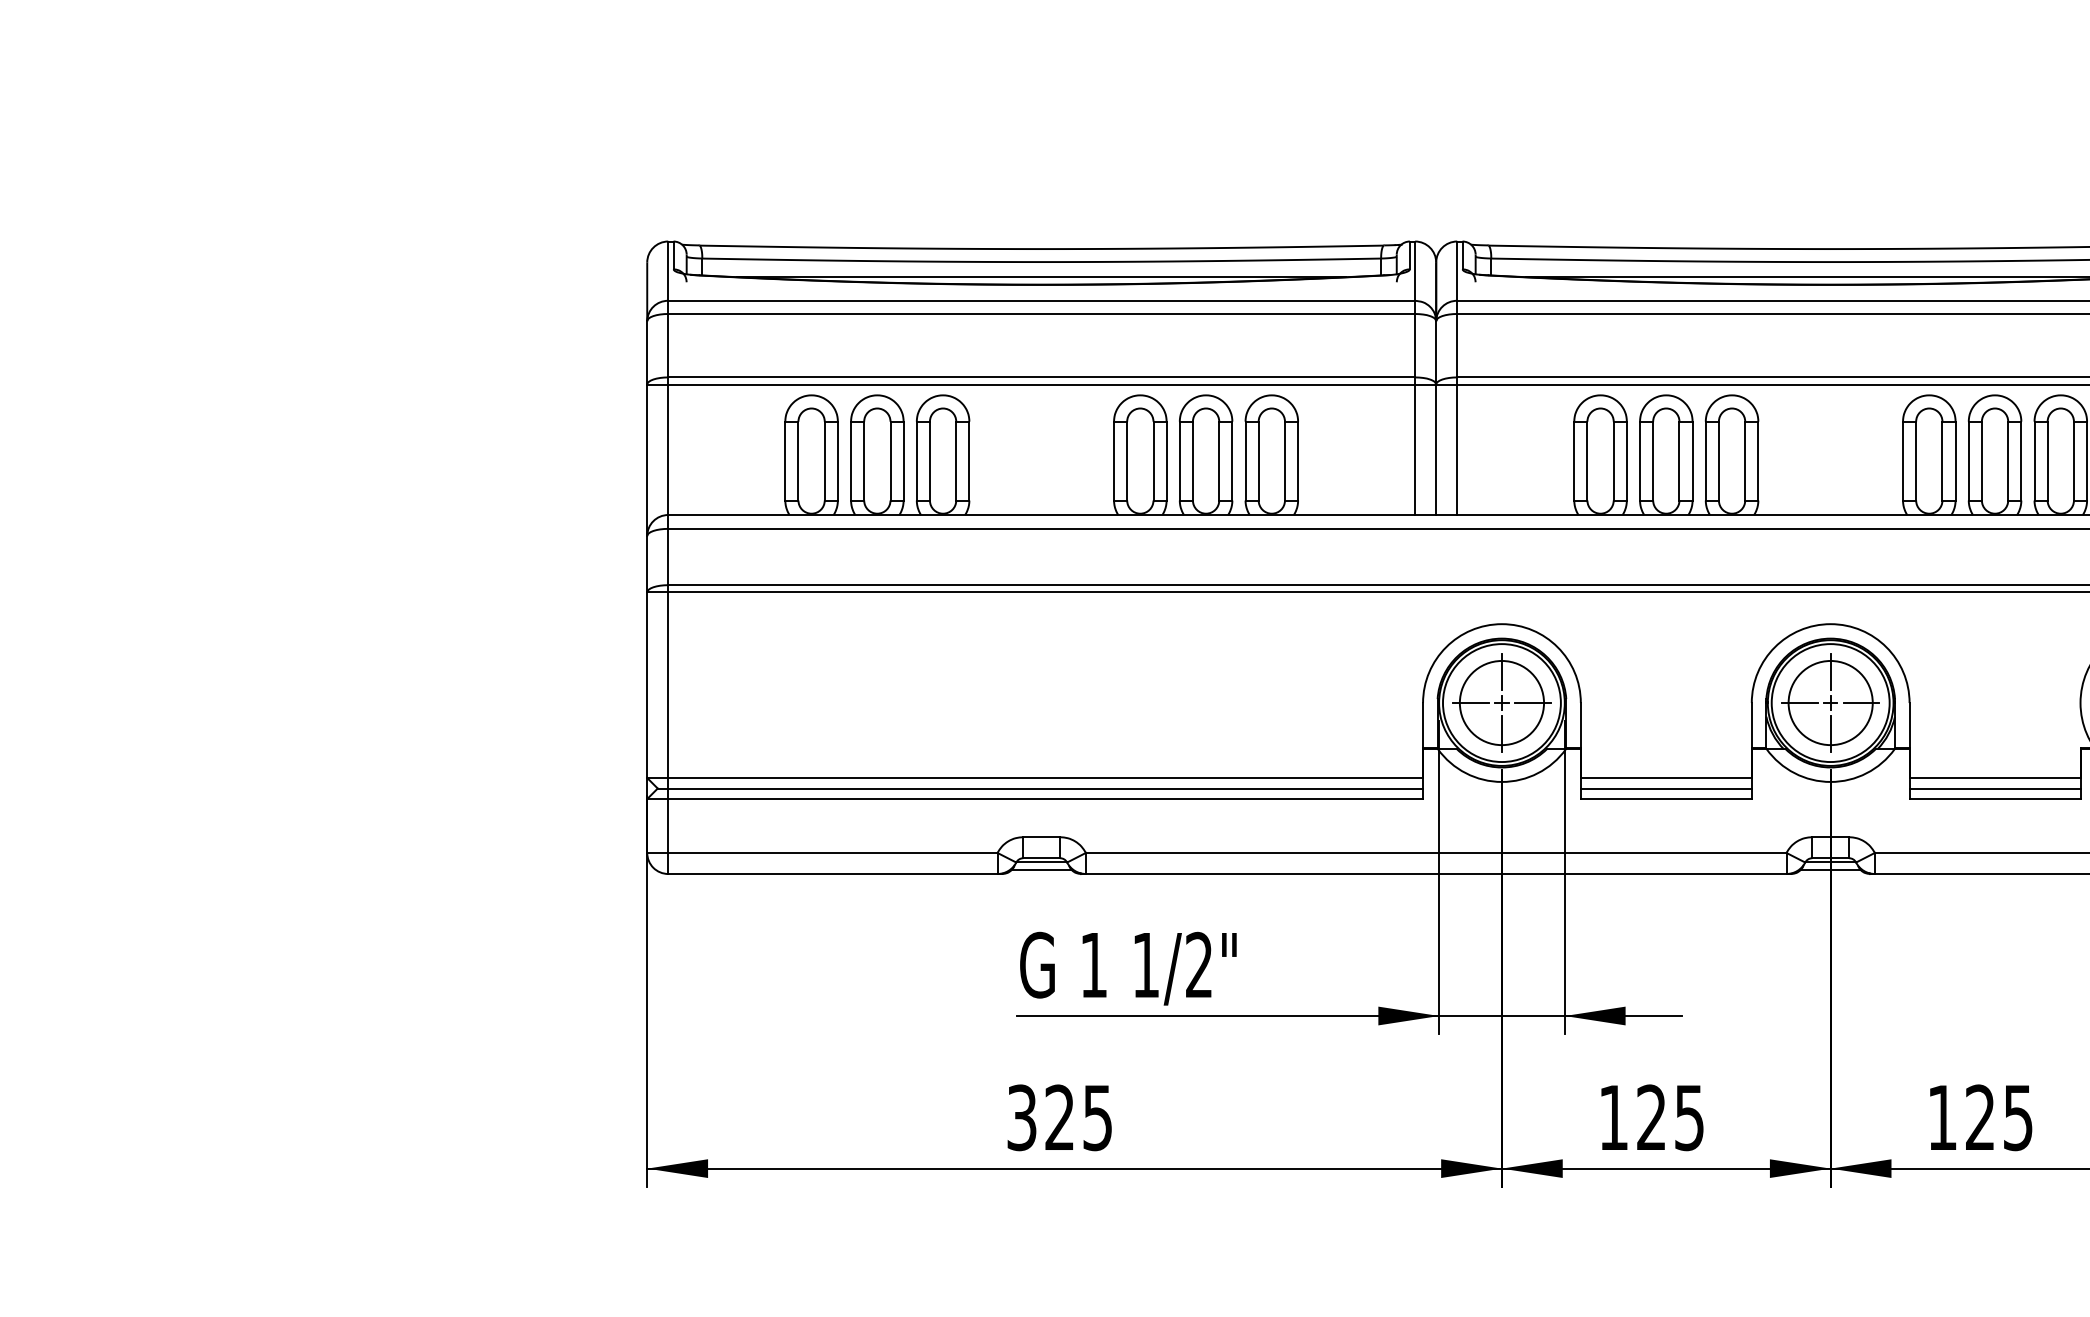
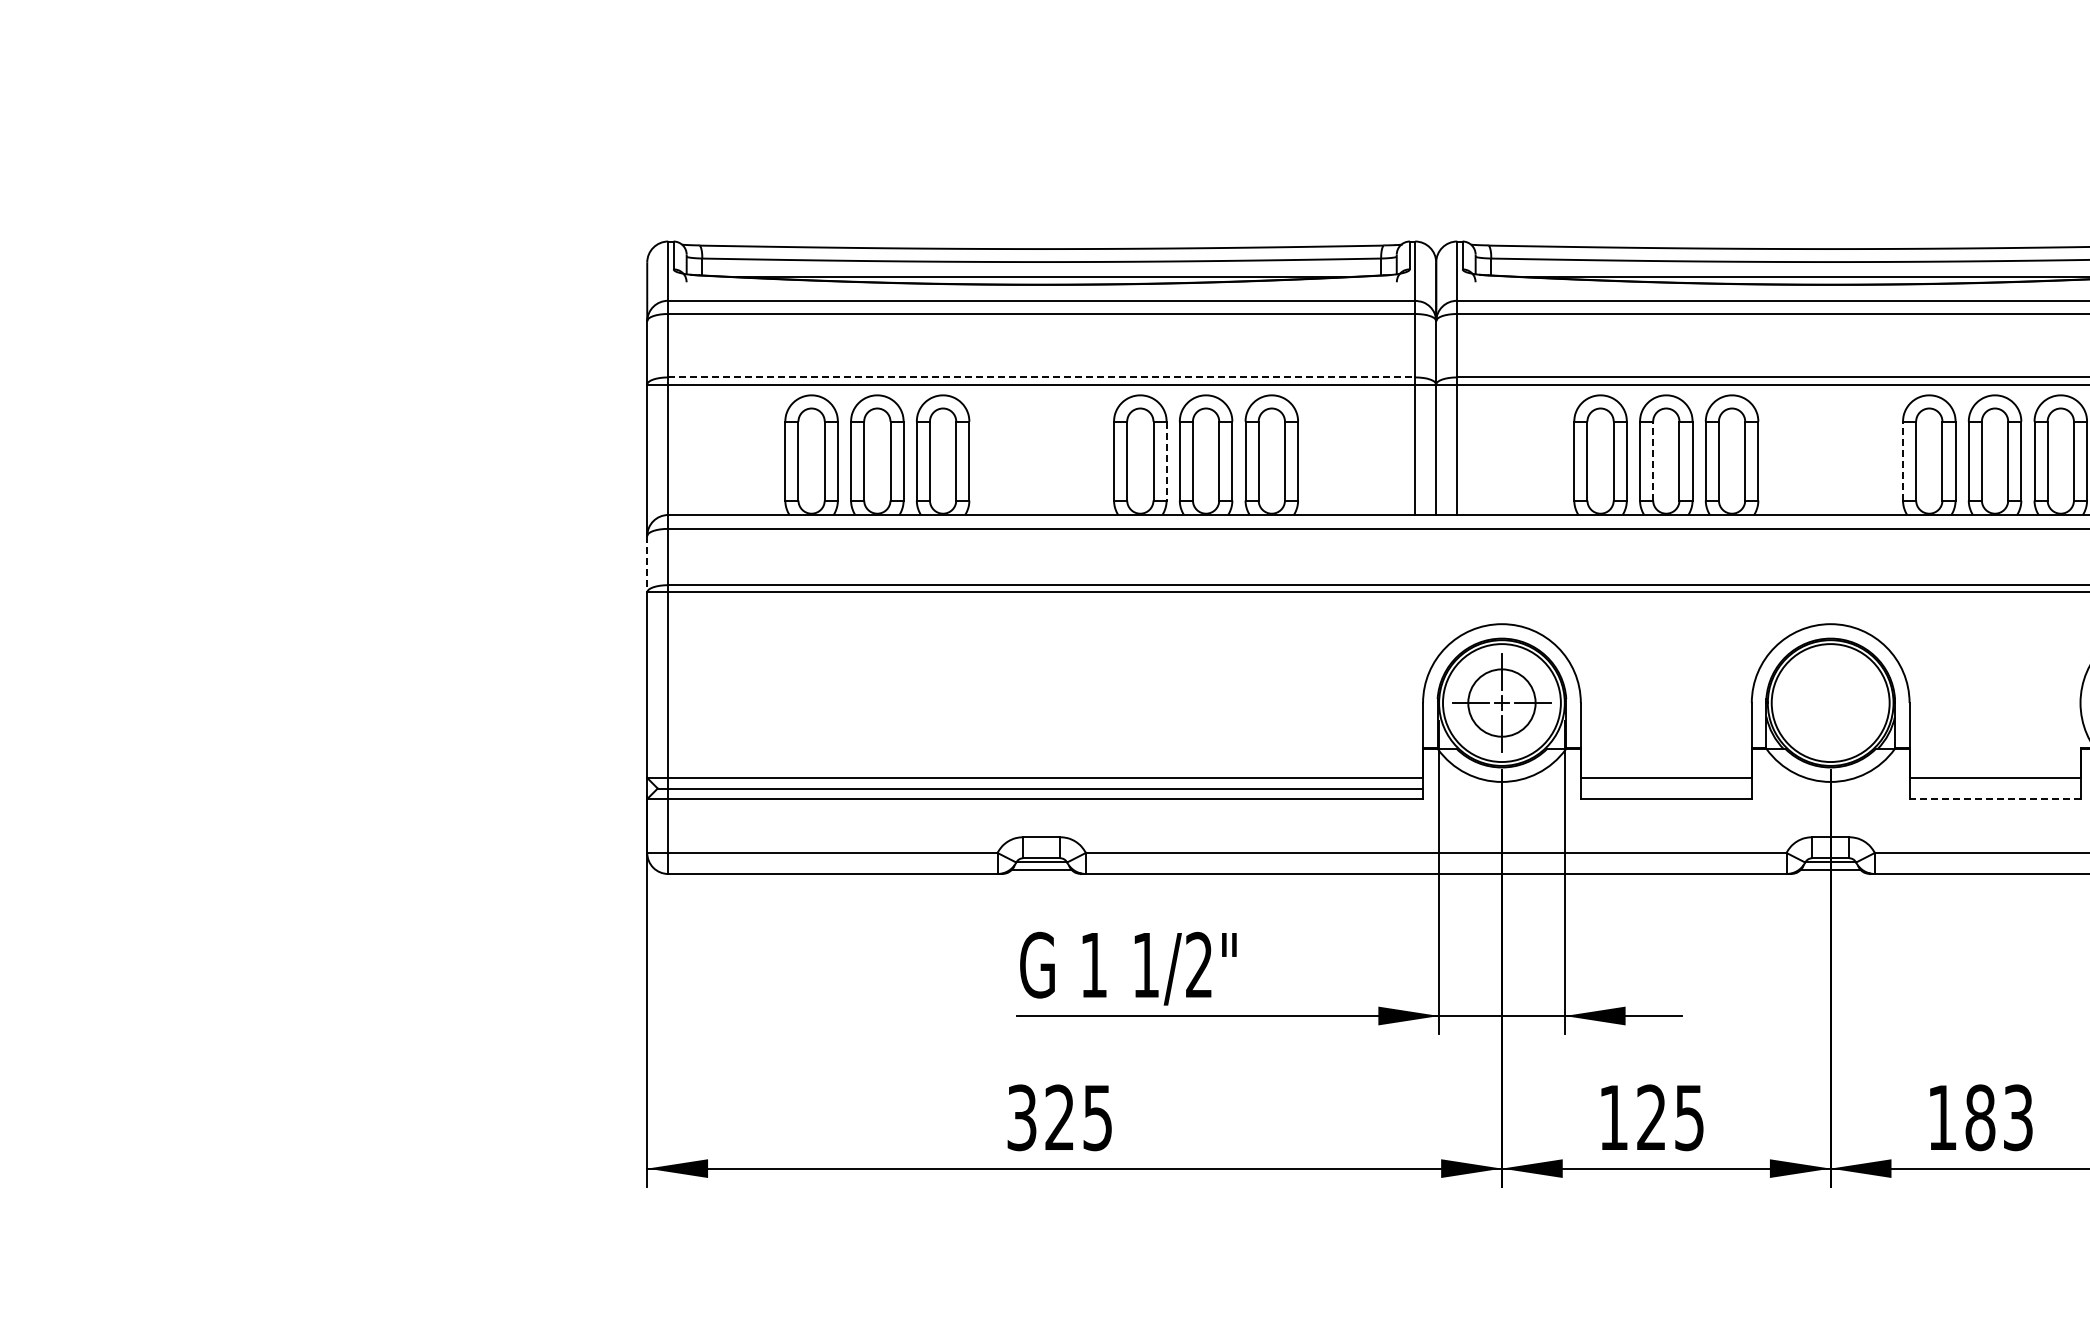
line at (1042, 377): solid -> dashed
line at (1653, 460): solid -> dashed
line at (1903, 460): solid -> dashed
line at (1166, 461): solid -> dashed
line at (647, 564): solid -> dashed
circle at (1501, 702) diameter: 84 px -> 67 px
part at (1830, 702): present -> none
line at (1665, 788): present -> none
line at (1994, 788): present -> none
line at (1994, 799): solid -> dashed
text at (1998, 1117): 125 -> 183
